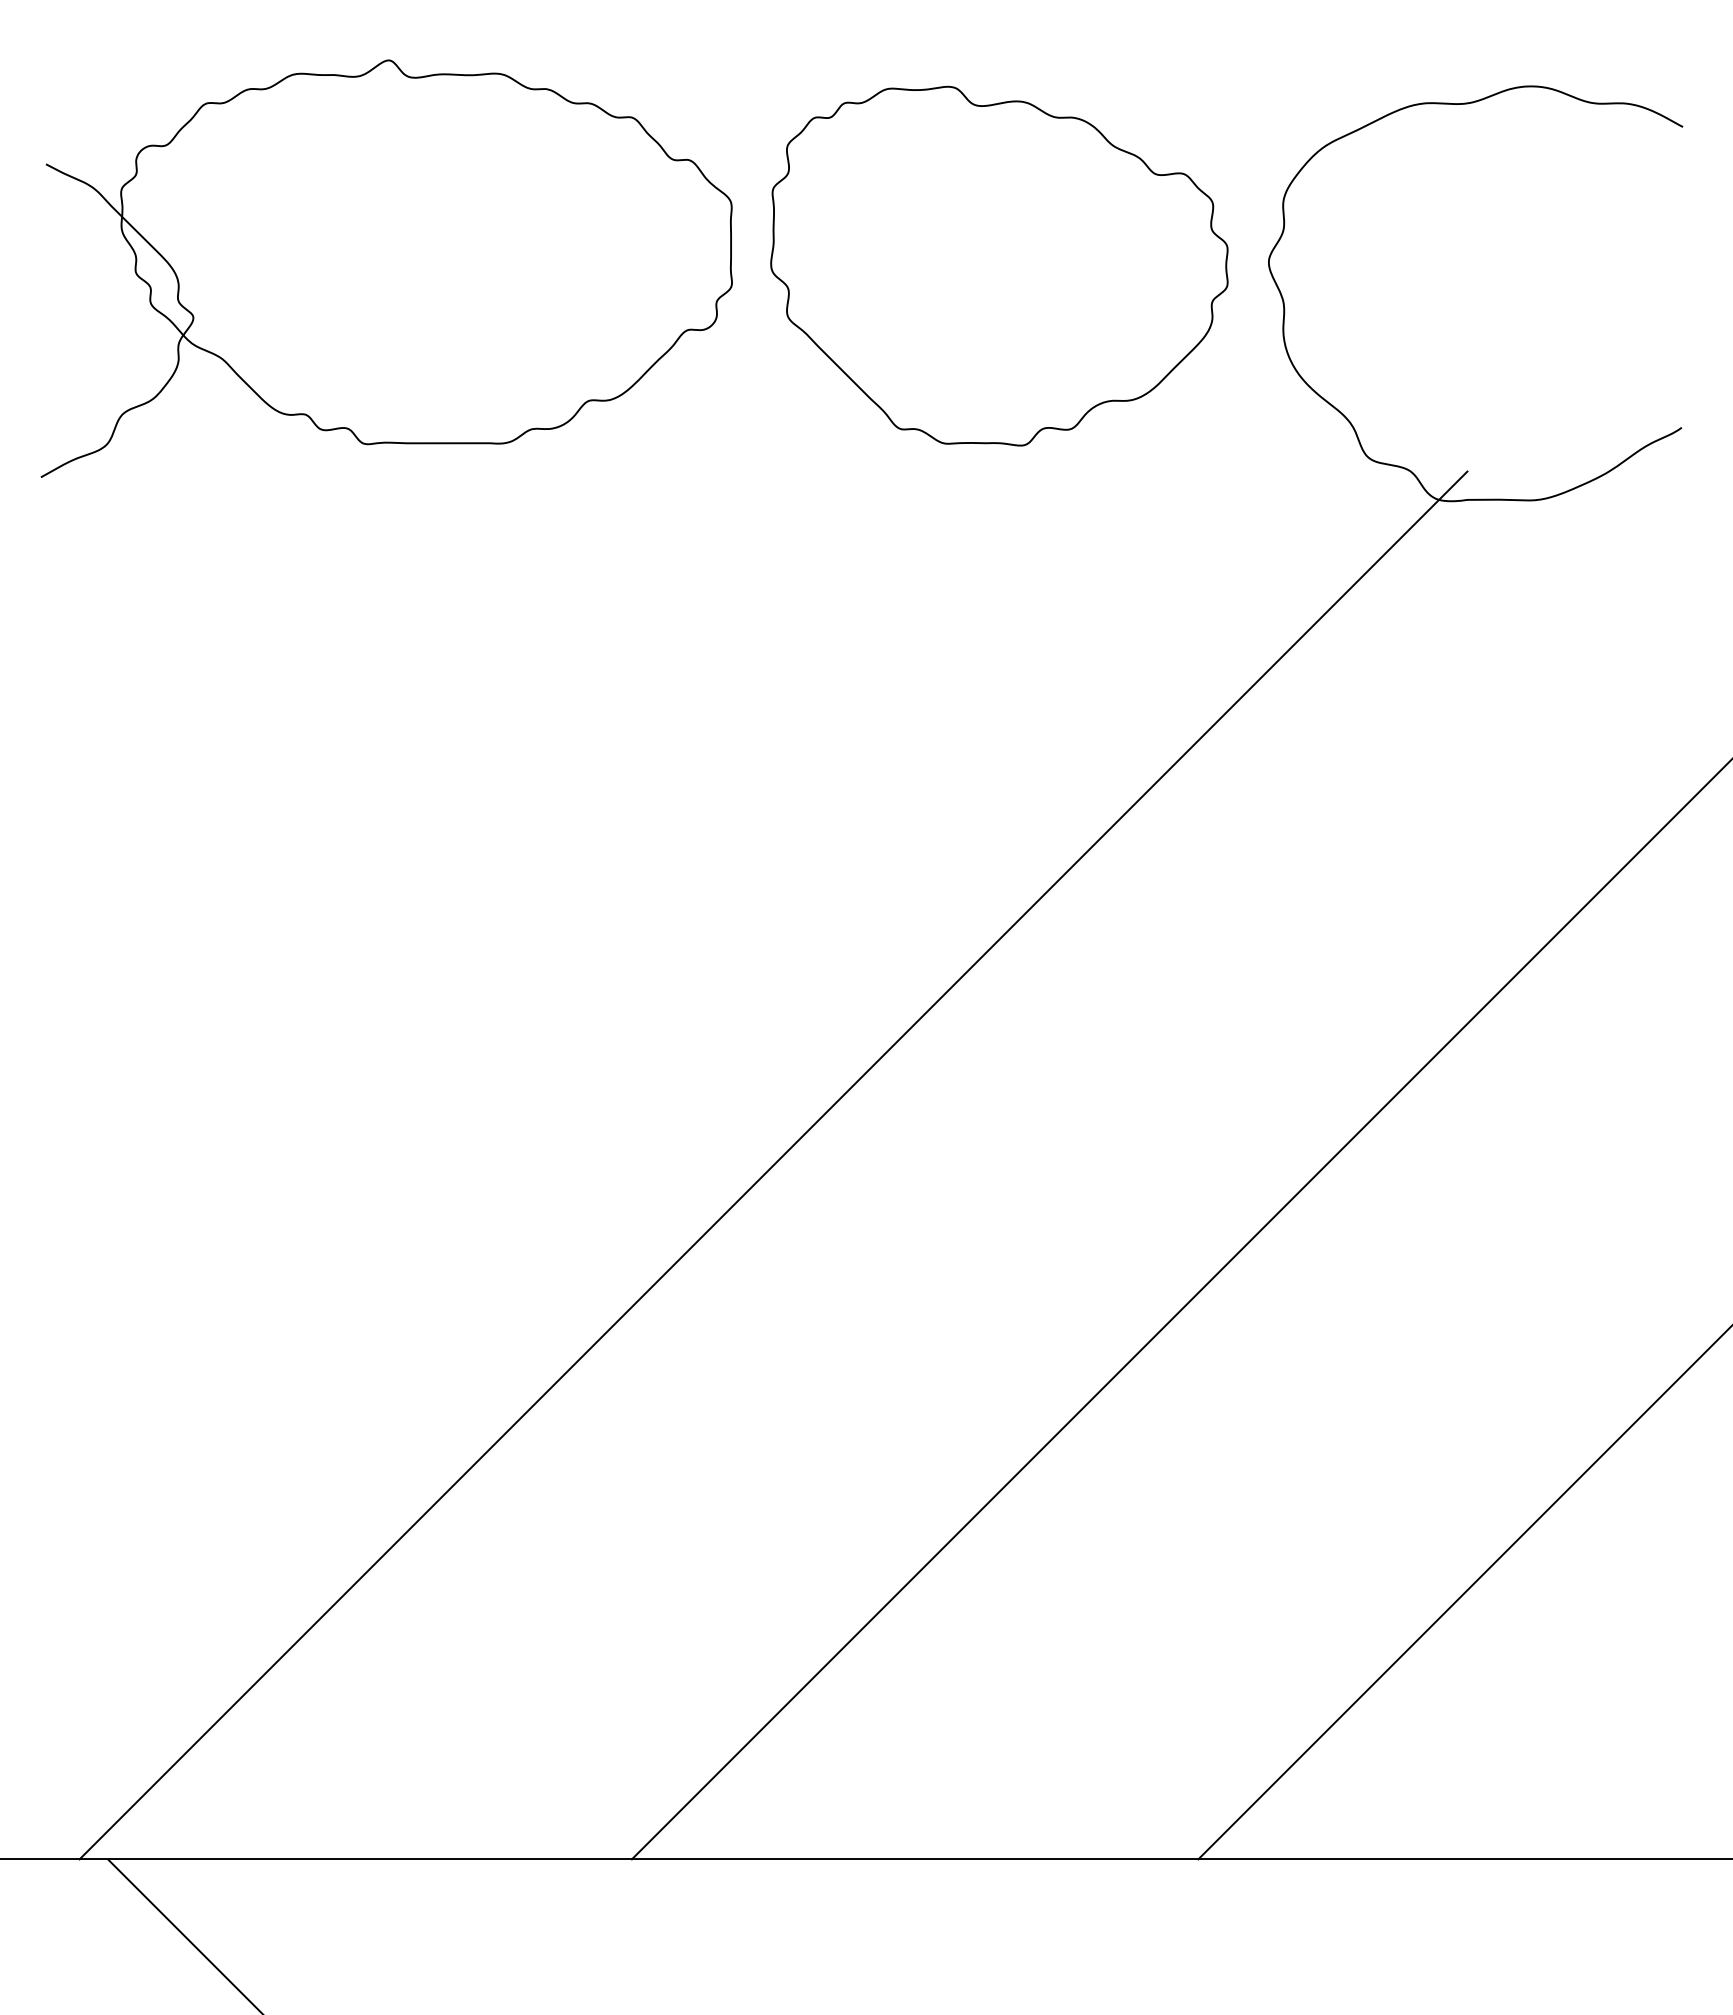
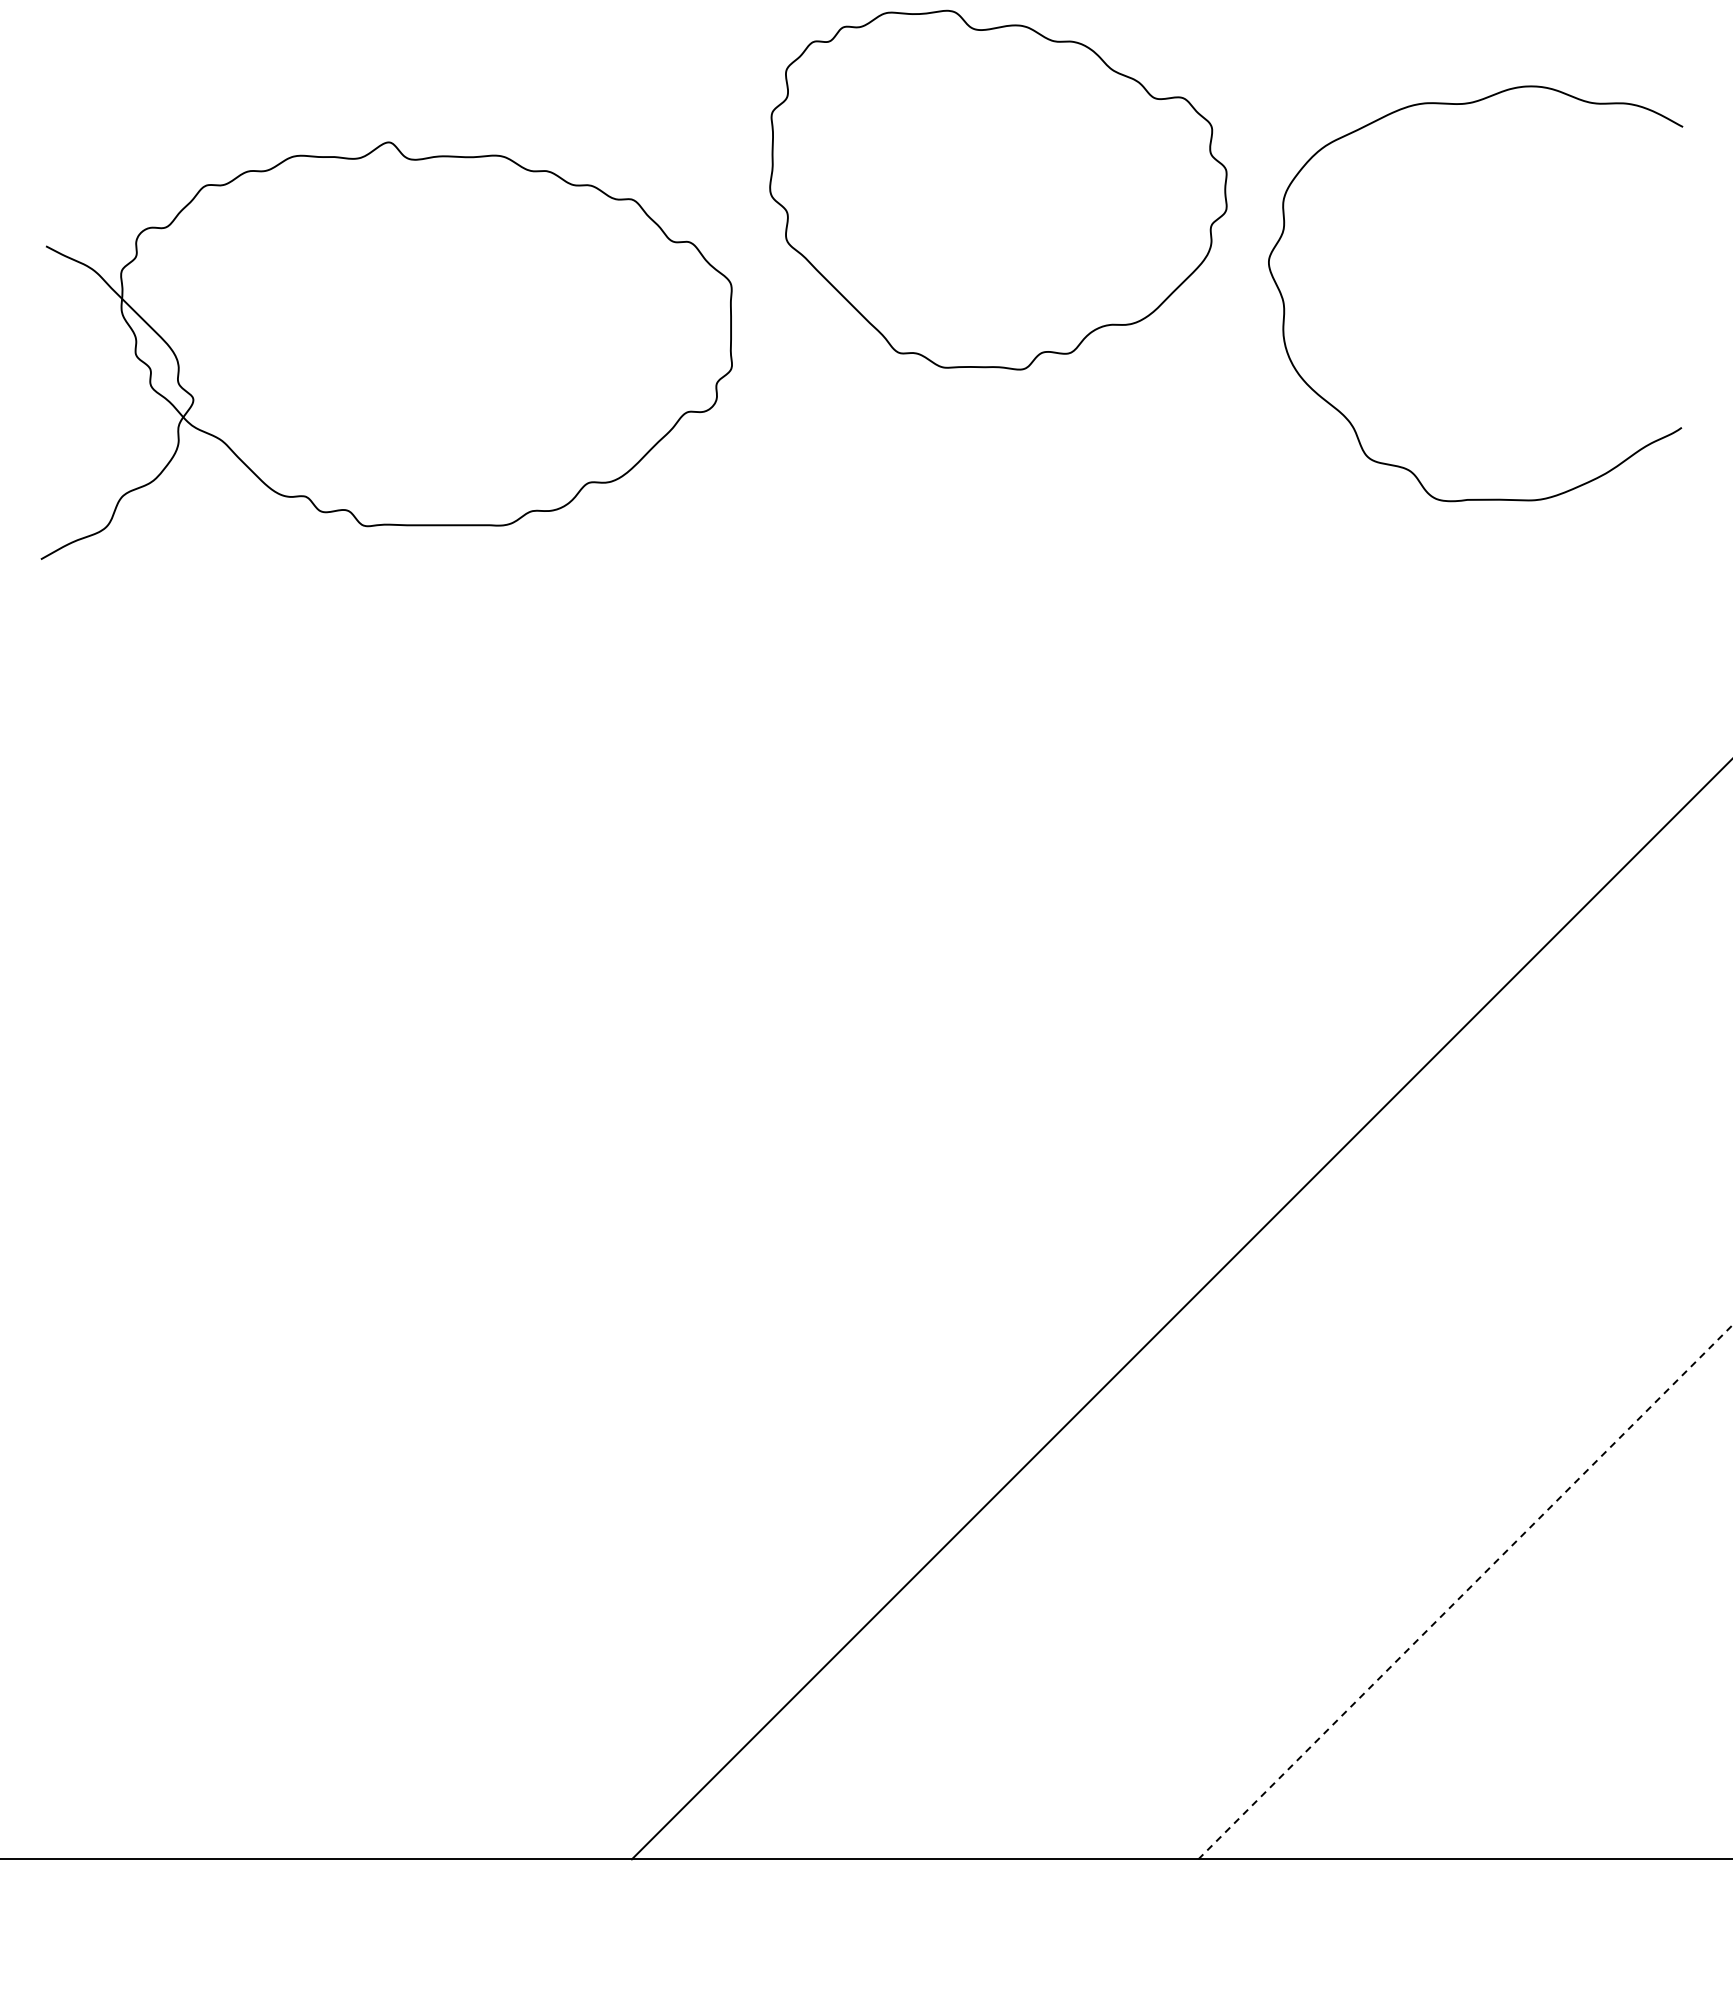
part at (999, 265) position: (999, 265) -> (998, 189)
part at (386, 268) position: (386, 268) -> (386, 350)
line at (773, 1165): present -> none
line at (1465, 1592): solid -> dashed
line at (183, 1935): present -> none
